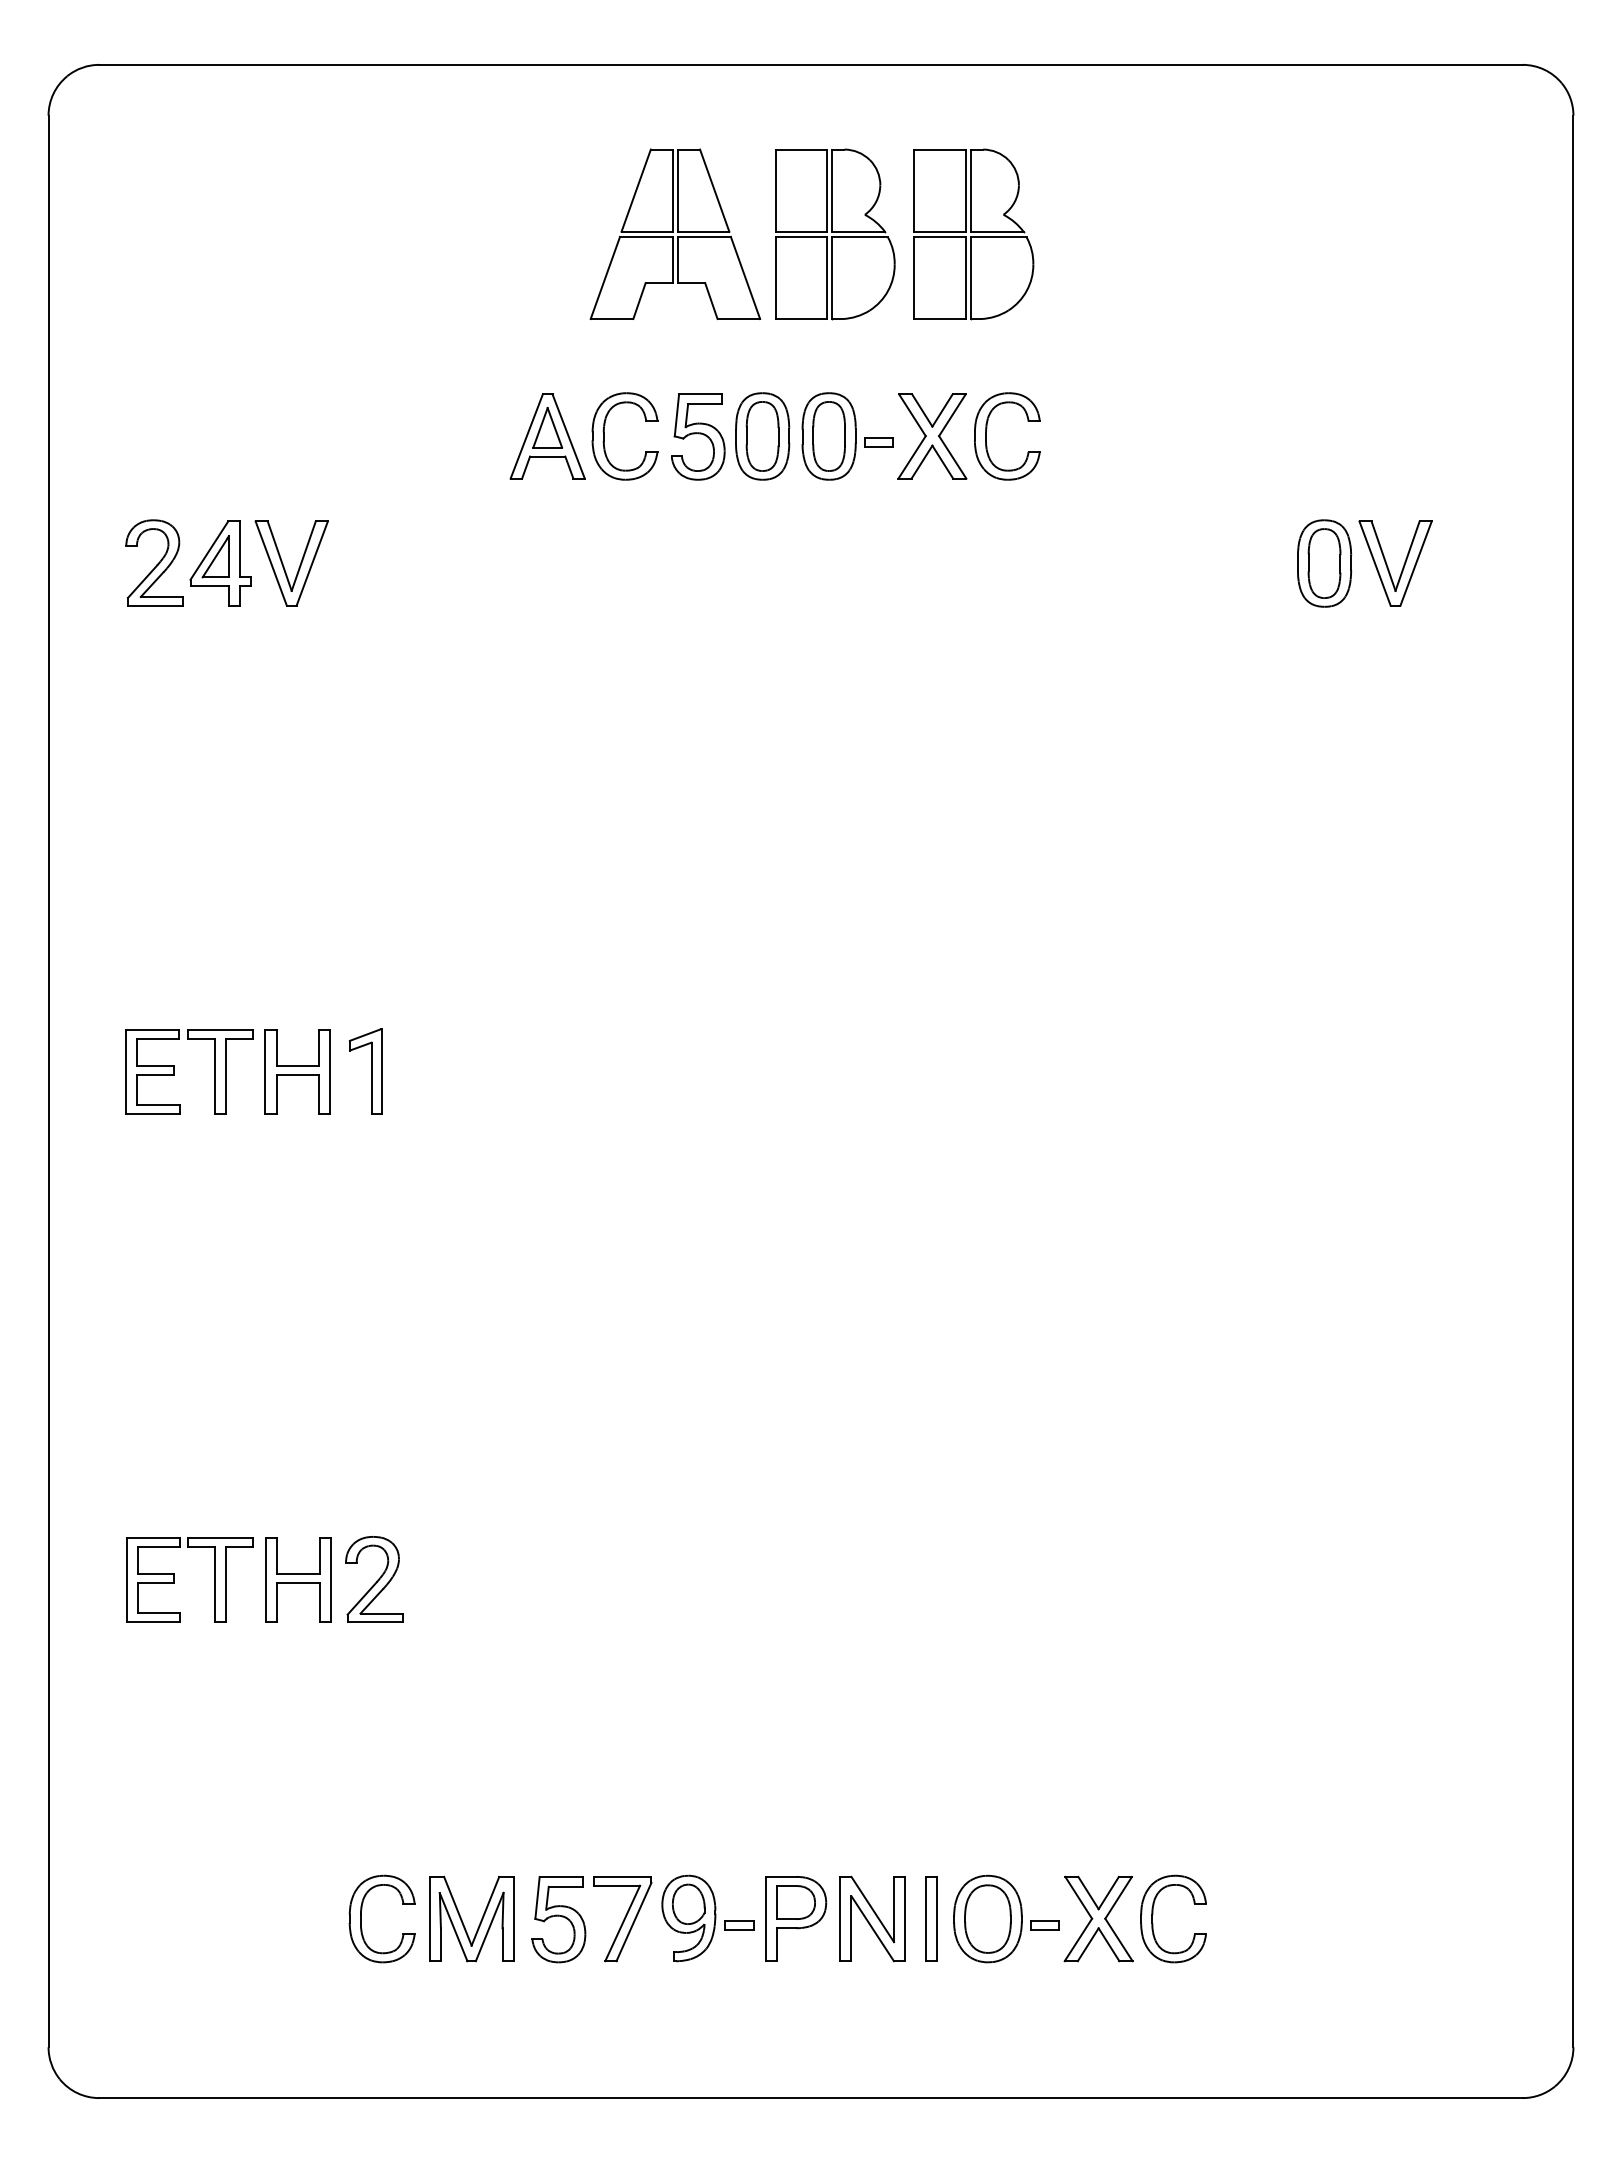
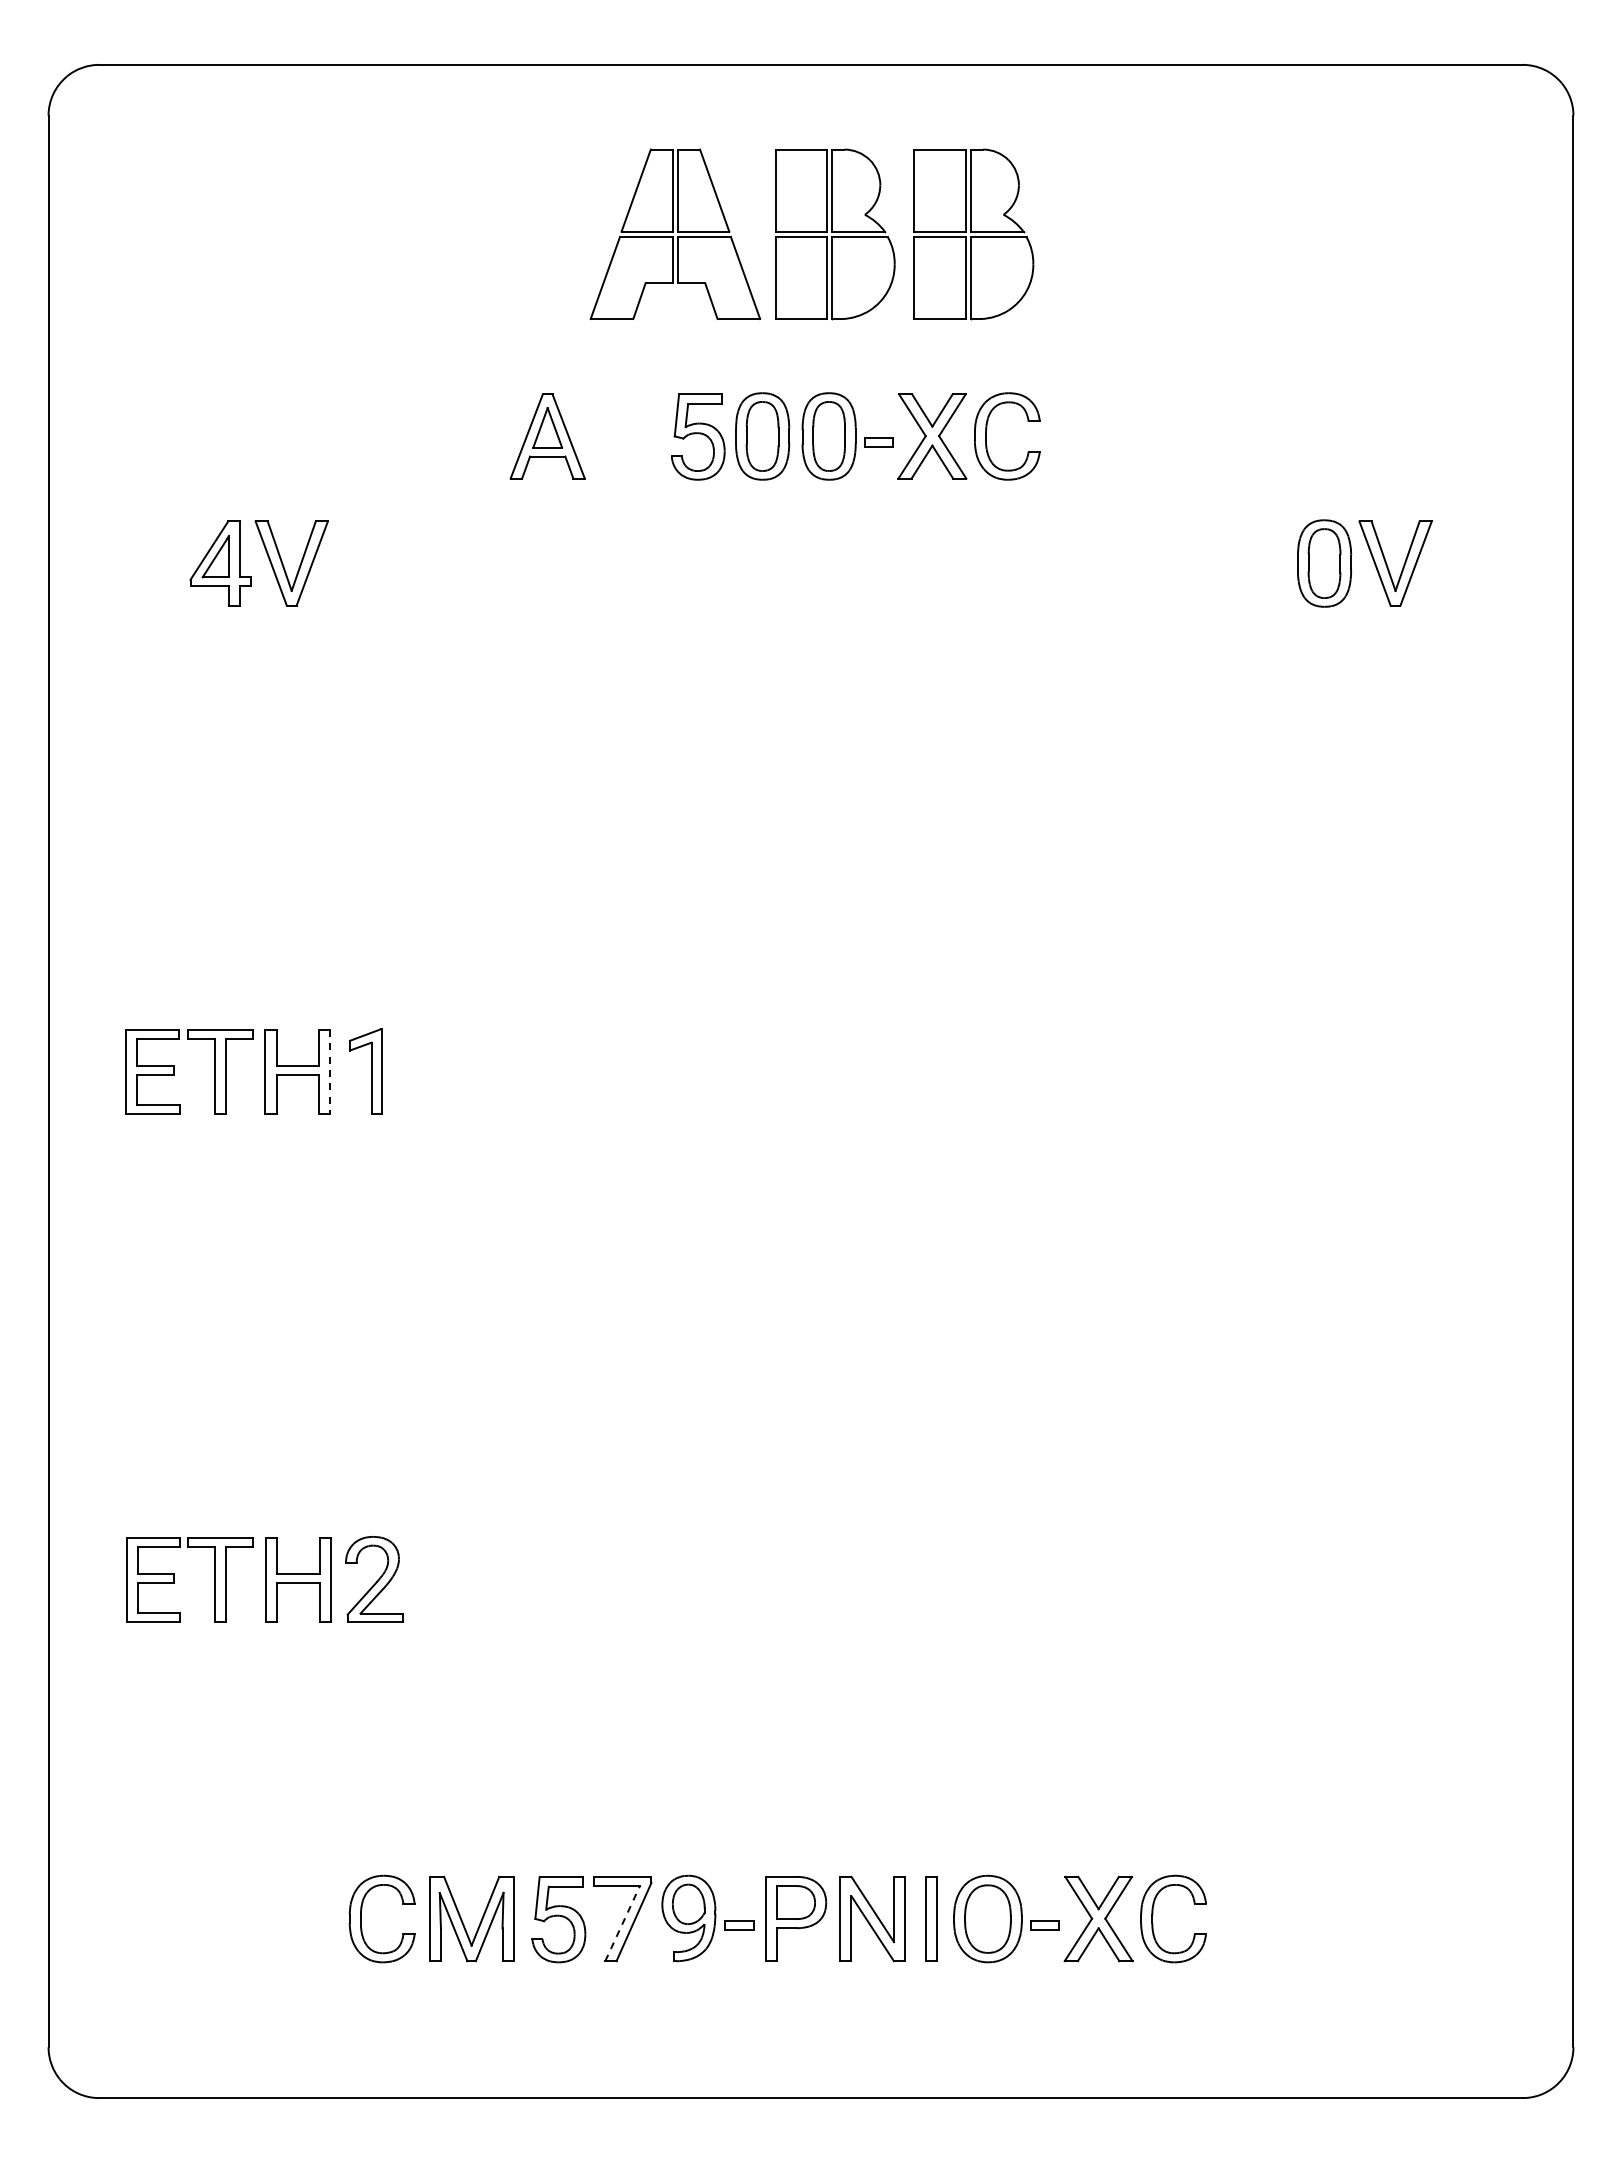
part at (604, 436): present -> none
part at (154, 562): present -> none
line at (330, 1072): solid -> dashed
line at (622, 1923): solid -> dashed
